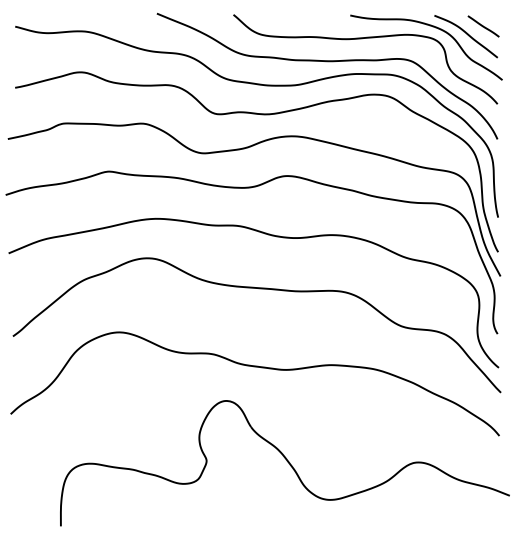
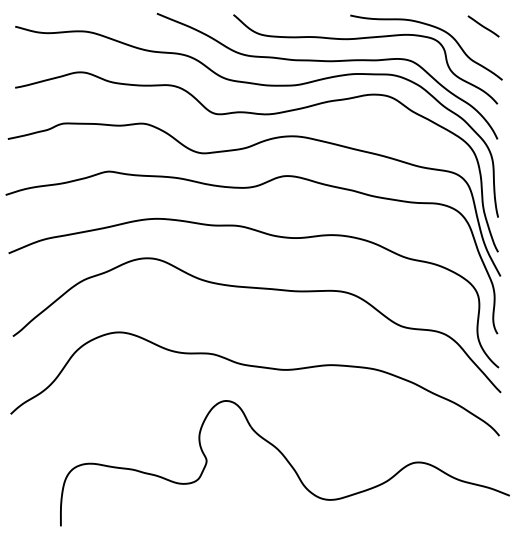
curve at (466, 34): present -> none
